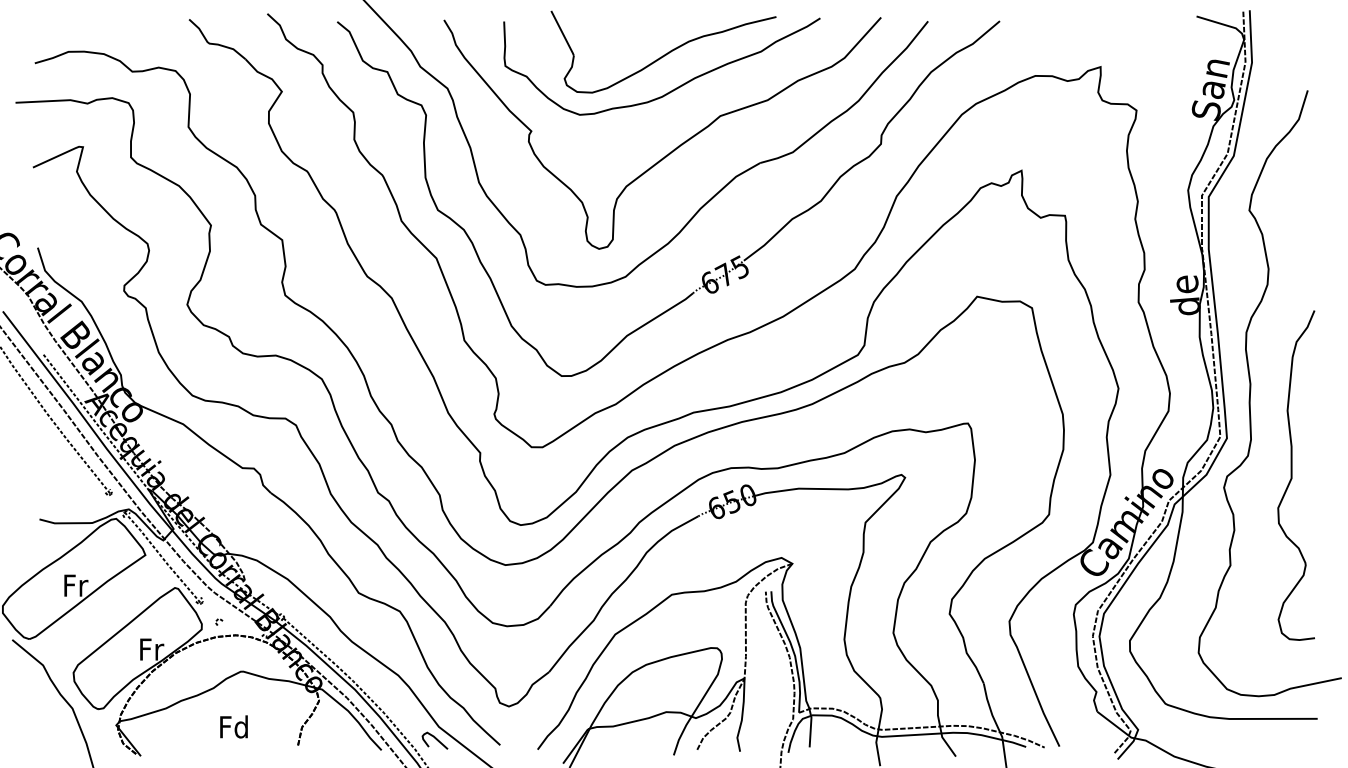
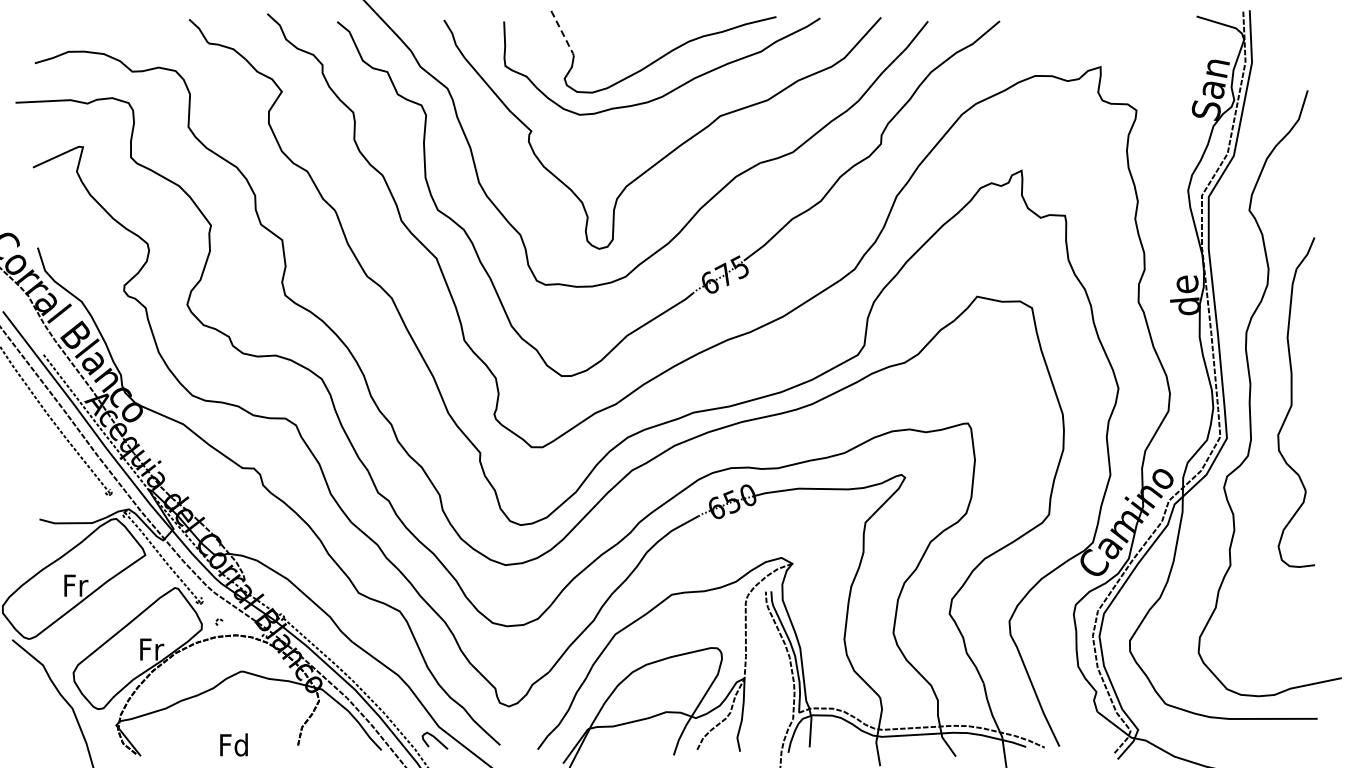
line at (563, 33): solid -> dashed
curve at (1292, 475) position: (1292, 475) -> (1292, 402)
text at (233, 726) position: (233, 726) -> (233, 744)
